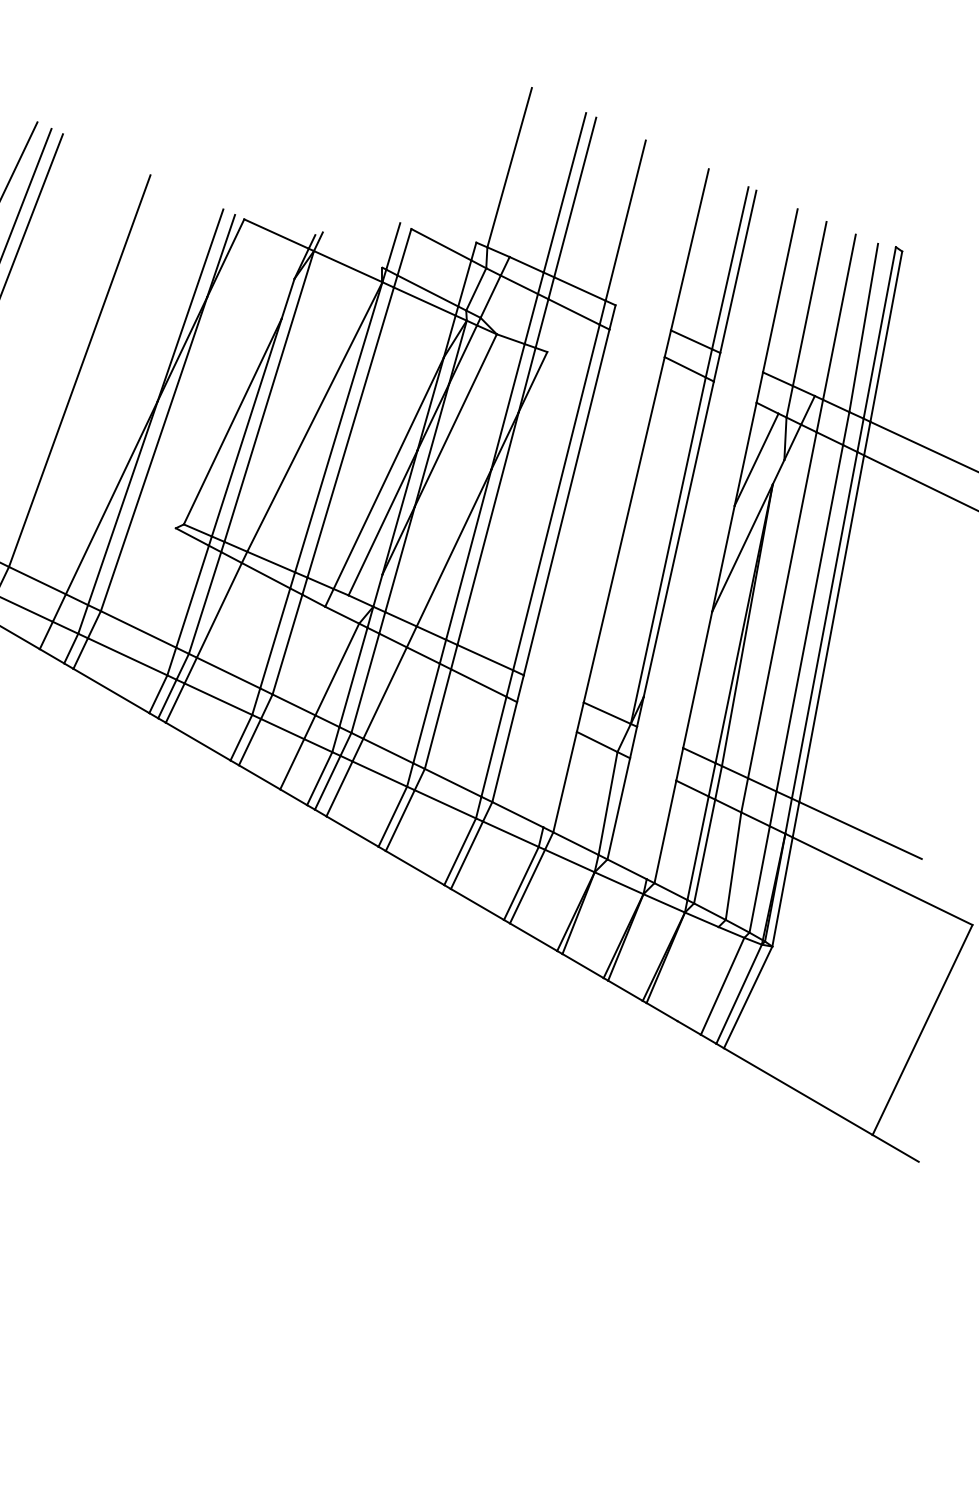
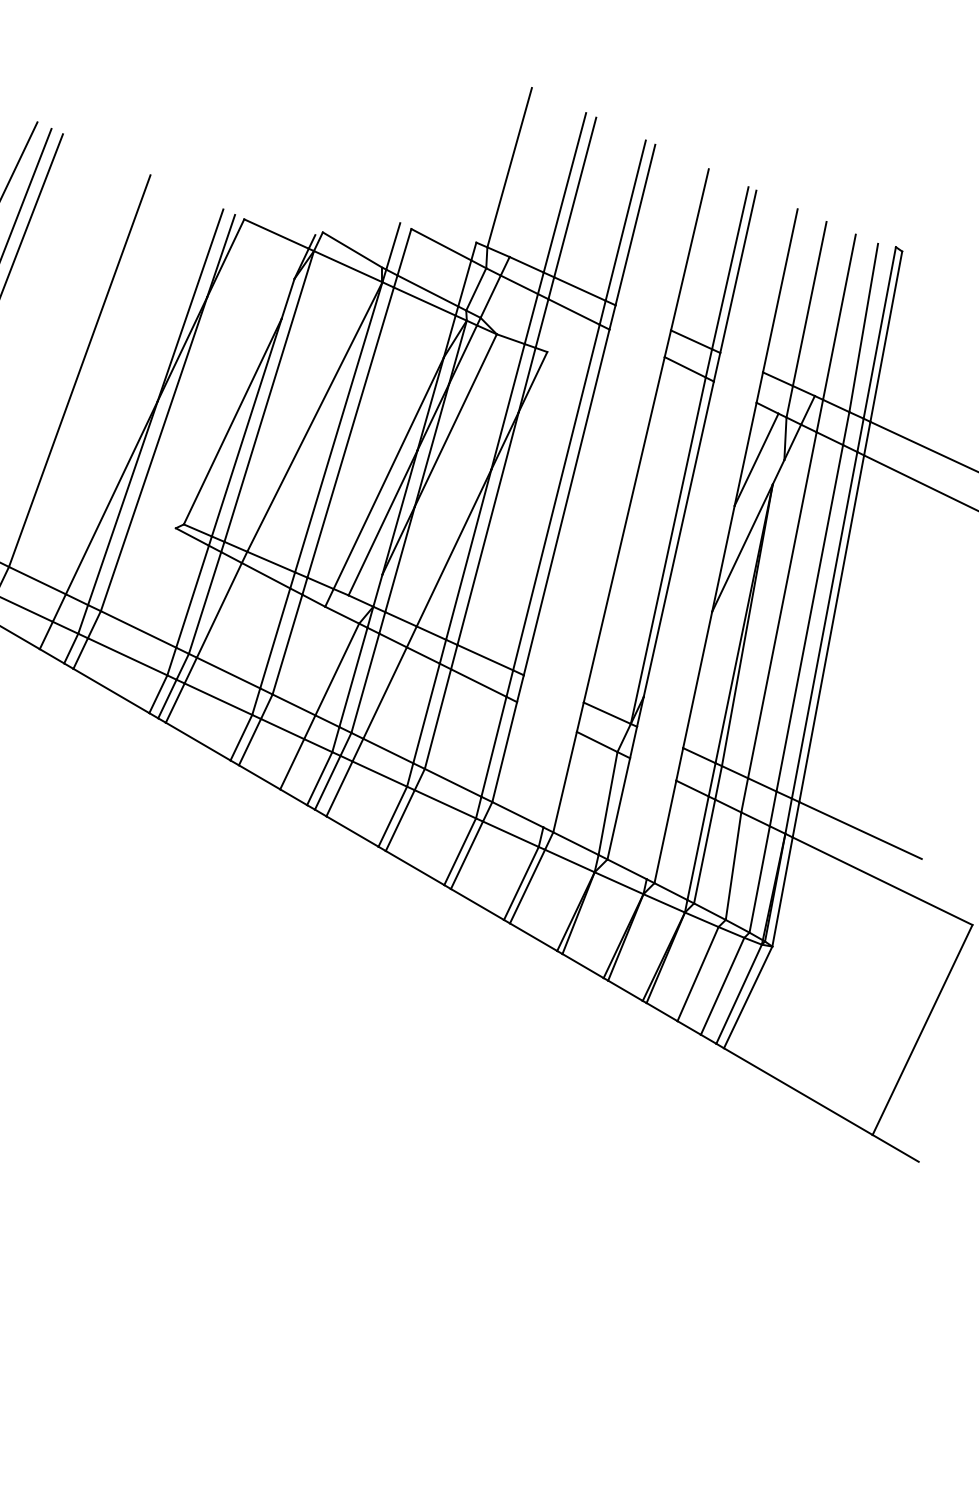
line at (635, 224): none -> present
line at (352, 249): none -> present
line at (697, 974): none -> present
